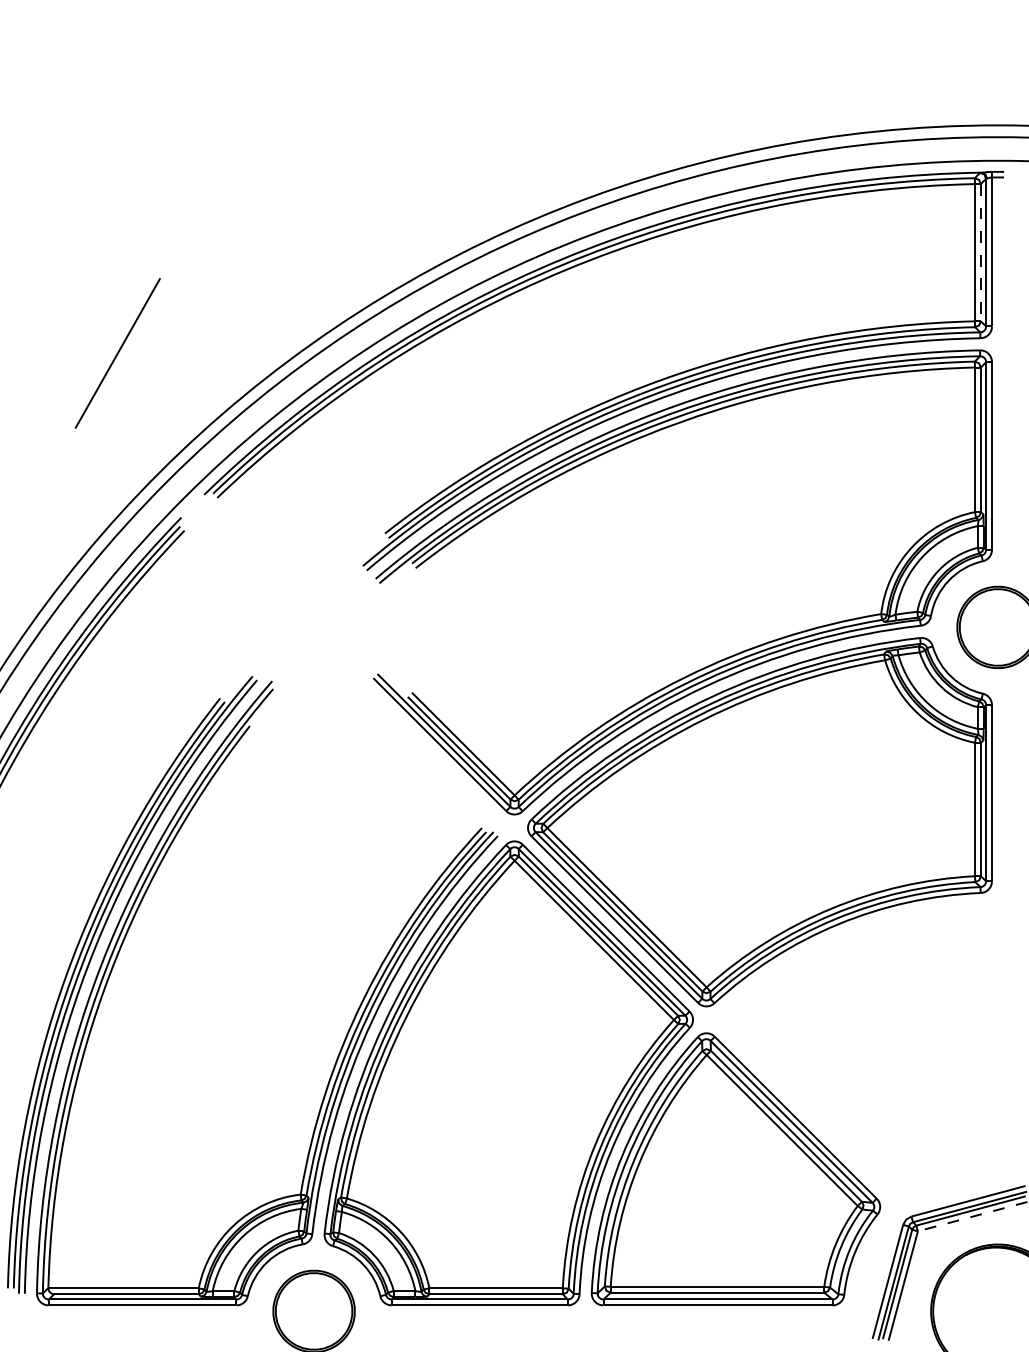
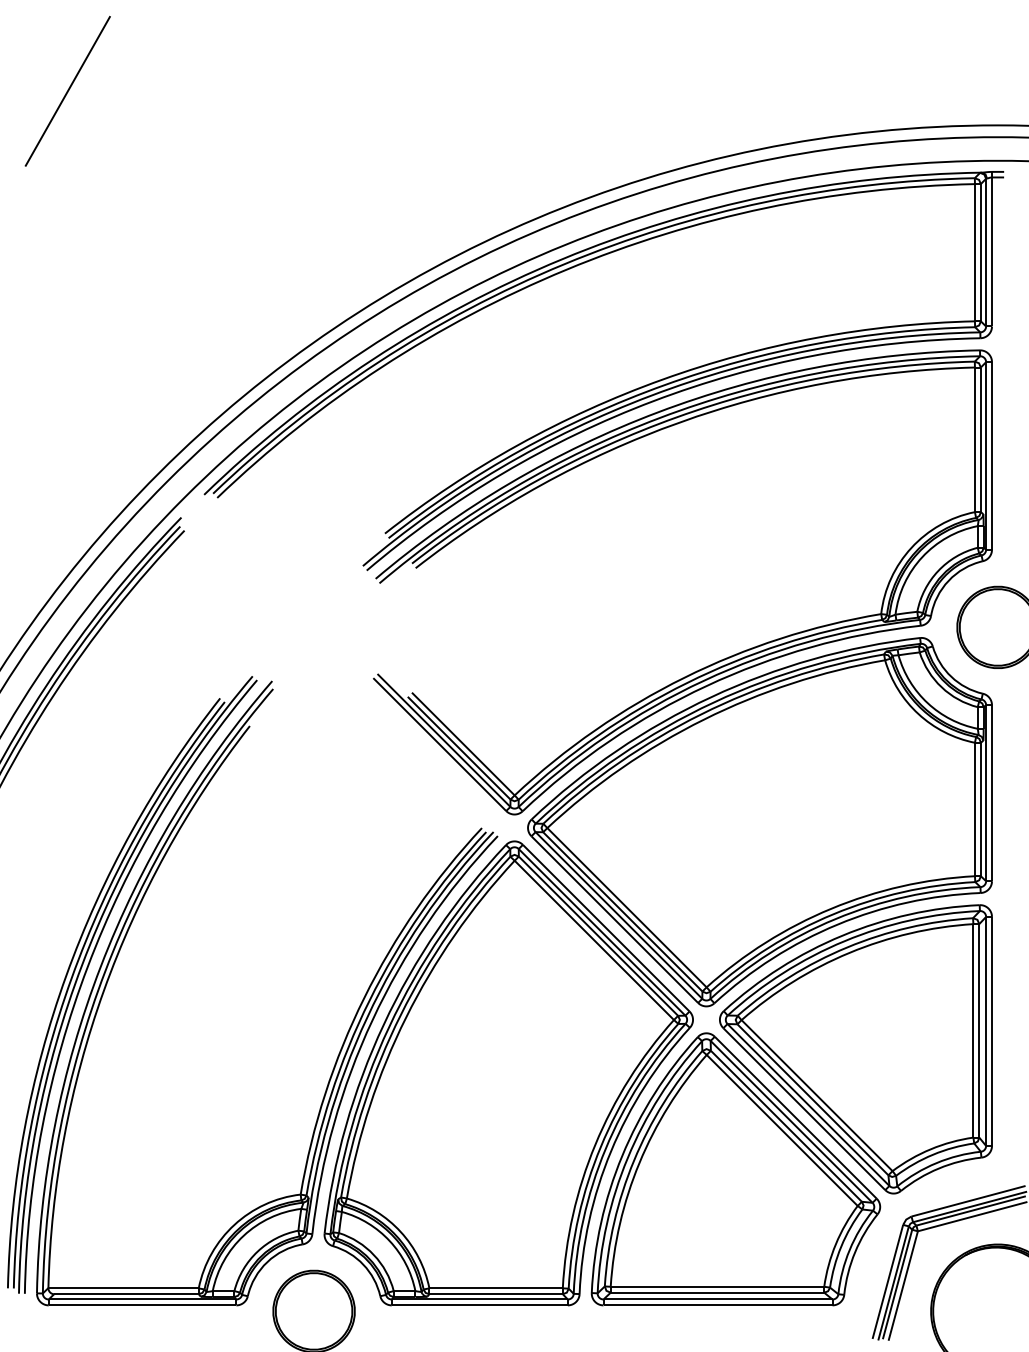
line at (980, 252): dashed -> solid
line at (117, 353) position: (117, 353) -> (67, 91)
part at (855, 1049): none -> present
line at (972, 1216): dashed -> solid
